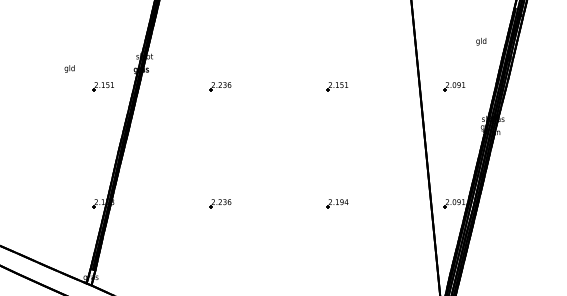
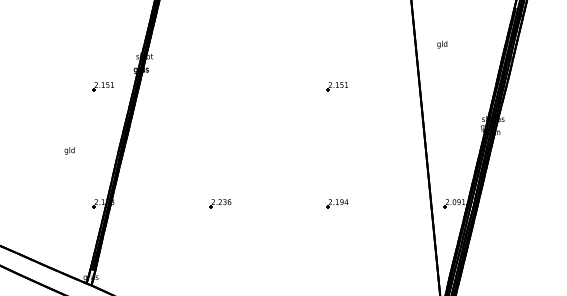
text at (481, 41) position: (481, 41) -> (442, 44)
text at (69, 68) position: (69, 68) -> (69, 150)
part at (220, 86): present -> none
part at (454, 86): present -> none
